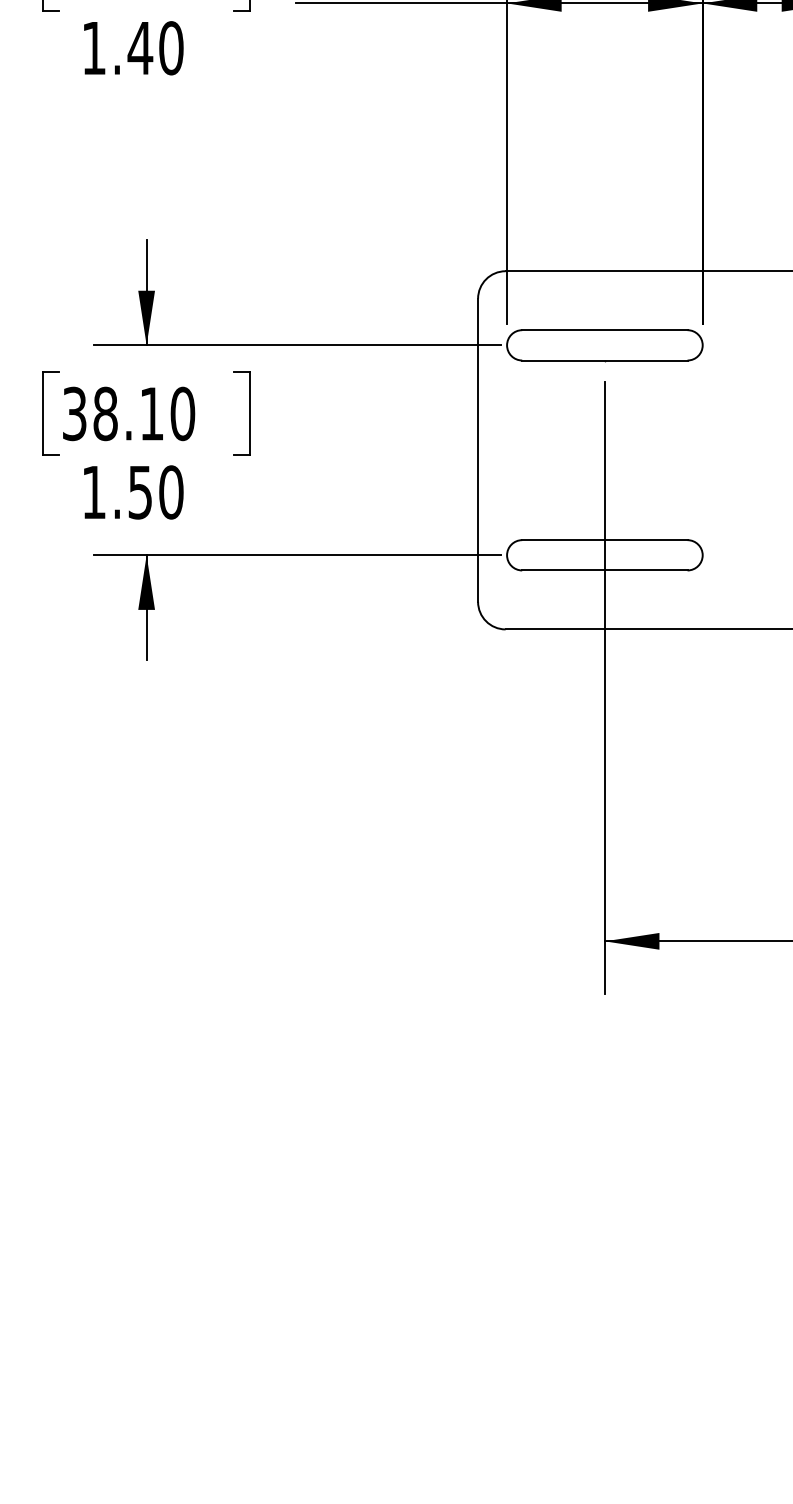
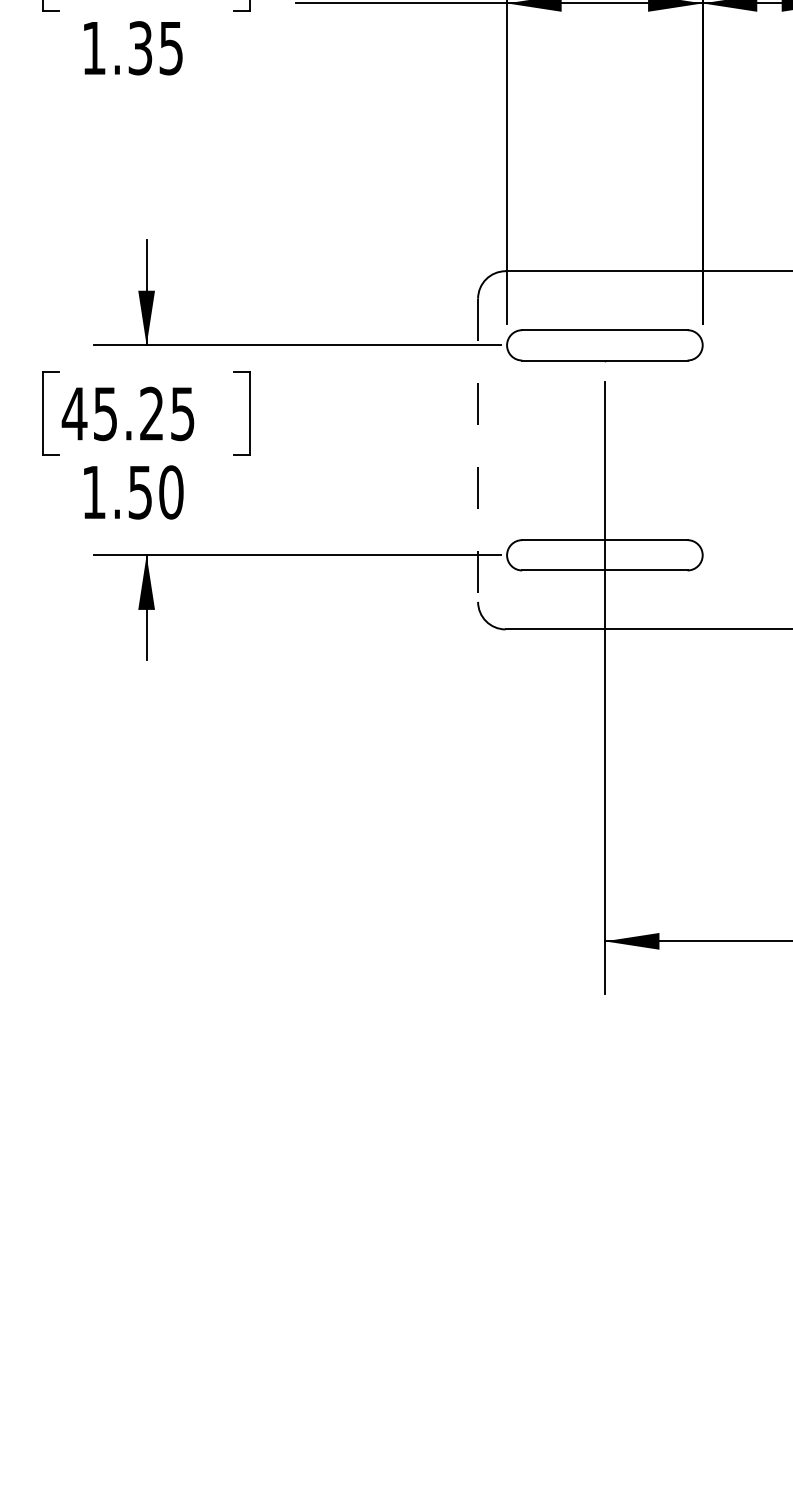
text at (155, 48): 1.40 -> 1.35
text at (128, 413): 38.10 -> 45.25
line at (478, 450): solid -> dashed
